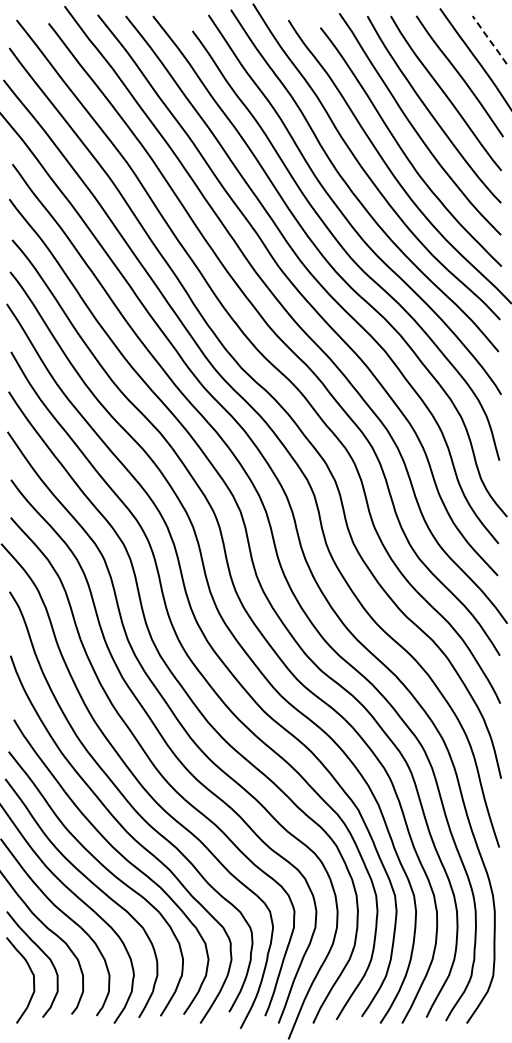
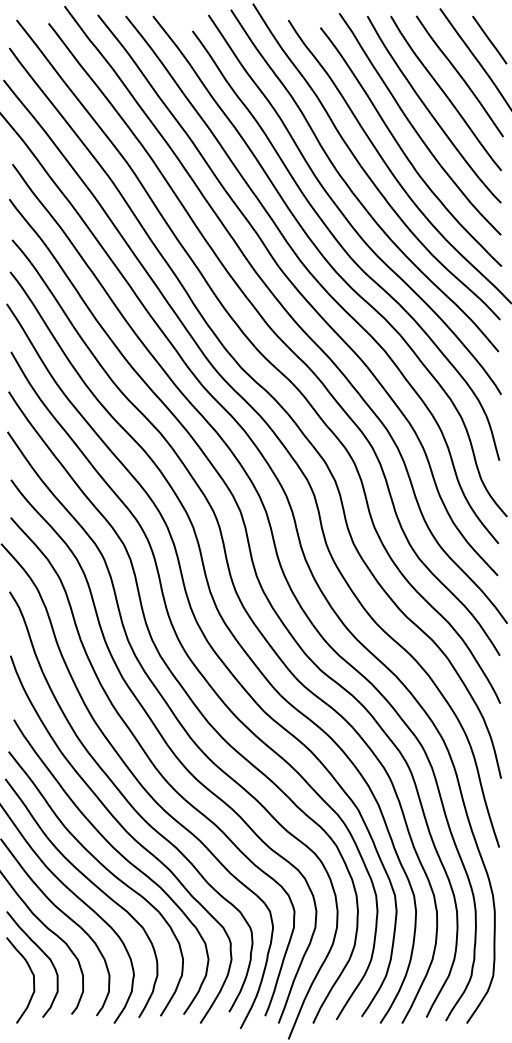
line at (489, 40): dashed -> solid
